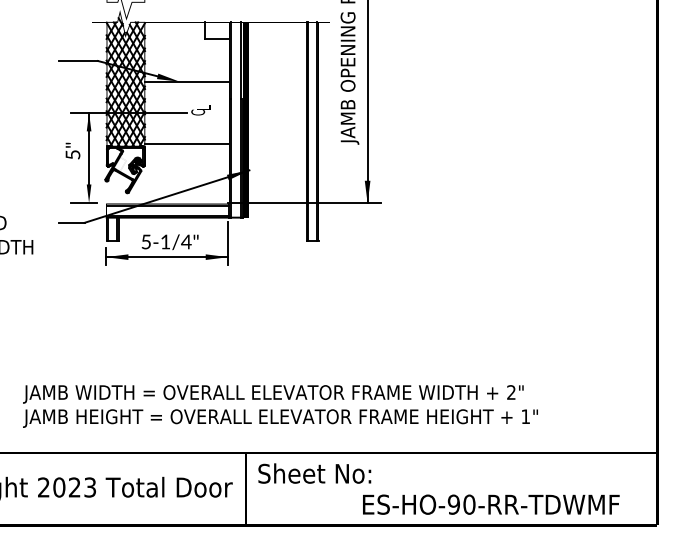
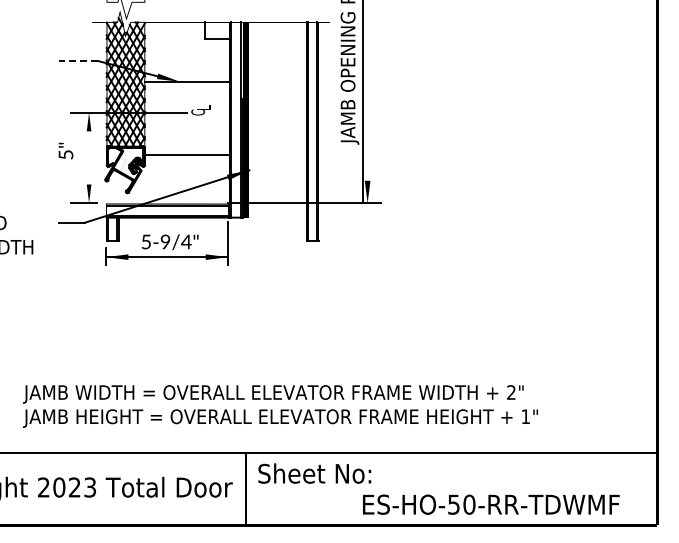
line at (78, 60): solid -> dashed
line at (367, 102) position: (367, 102) -> (362, 102)
line at (186, 143) position: (186, 143) -> (186, 154)
line at (89, 149): present -> none
text at (72, 150) position: (72, 150) -> (65, 150)
text at (165, 241): 5-1/4" -> 5-9/4"
text at (453, 504): ES-HO-90-RR-TDWMF -> ES-HO-50-RR-TDWMF
